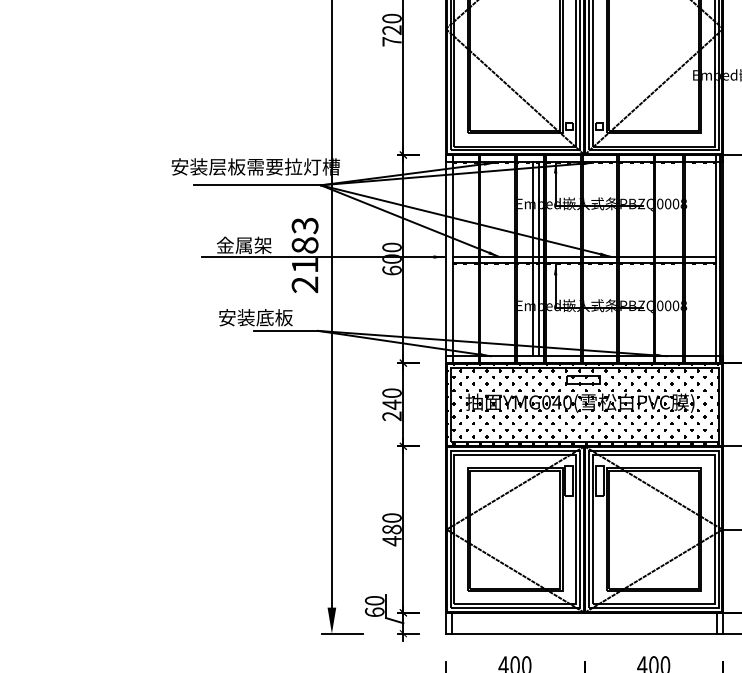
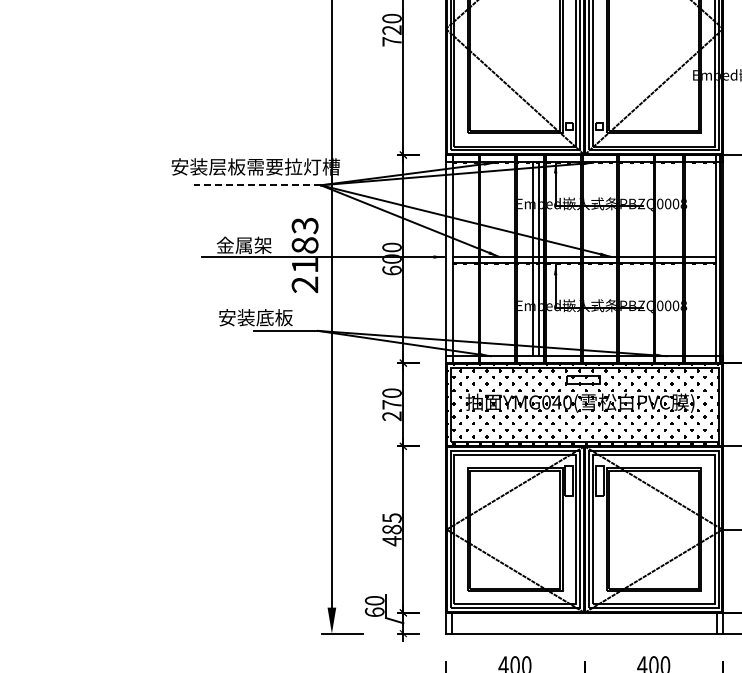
line at (257, 185): solid -> dashed
text at (391, 404): 240 -> 270
text at (391, 518): 480 -> 485
